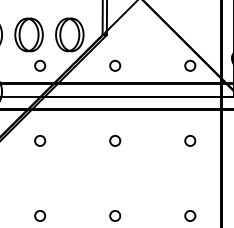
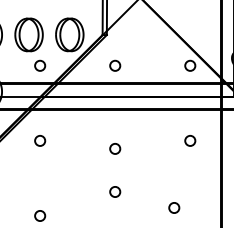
circle at (115, 140) position: (115, 140) -> (115, 148)
circle at (115, 215) position: (115, 215) -> (115, 191)
circle at (190, 215) position: (190, 215) -> (174, 207)
